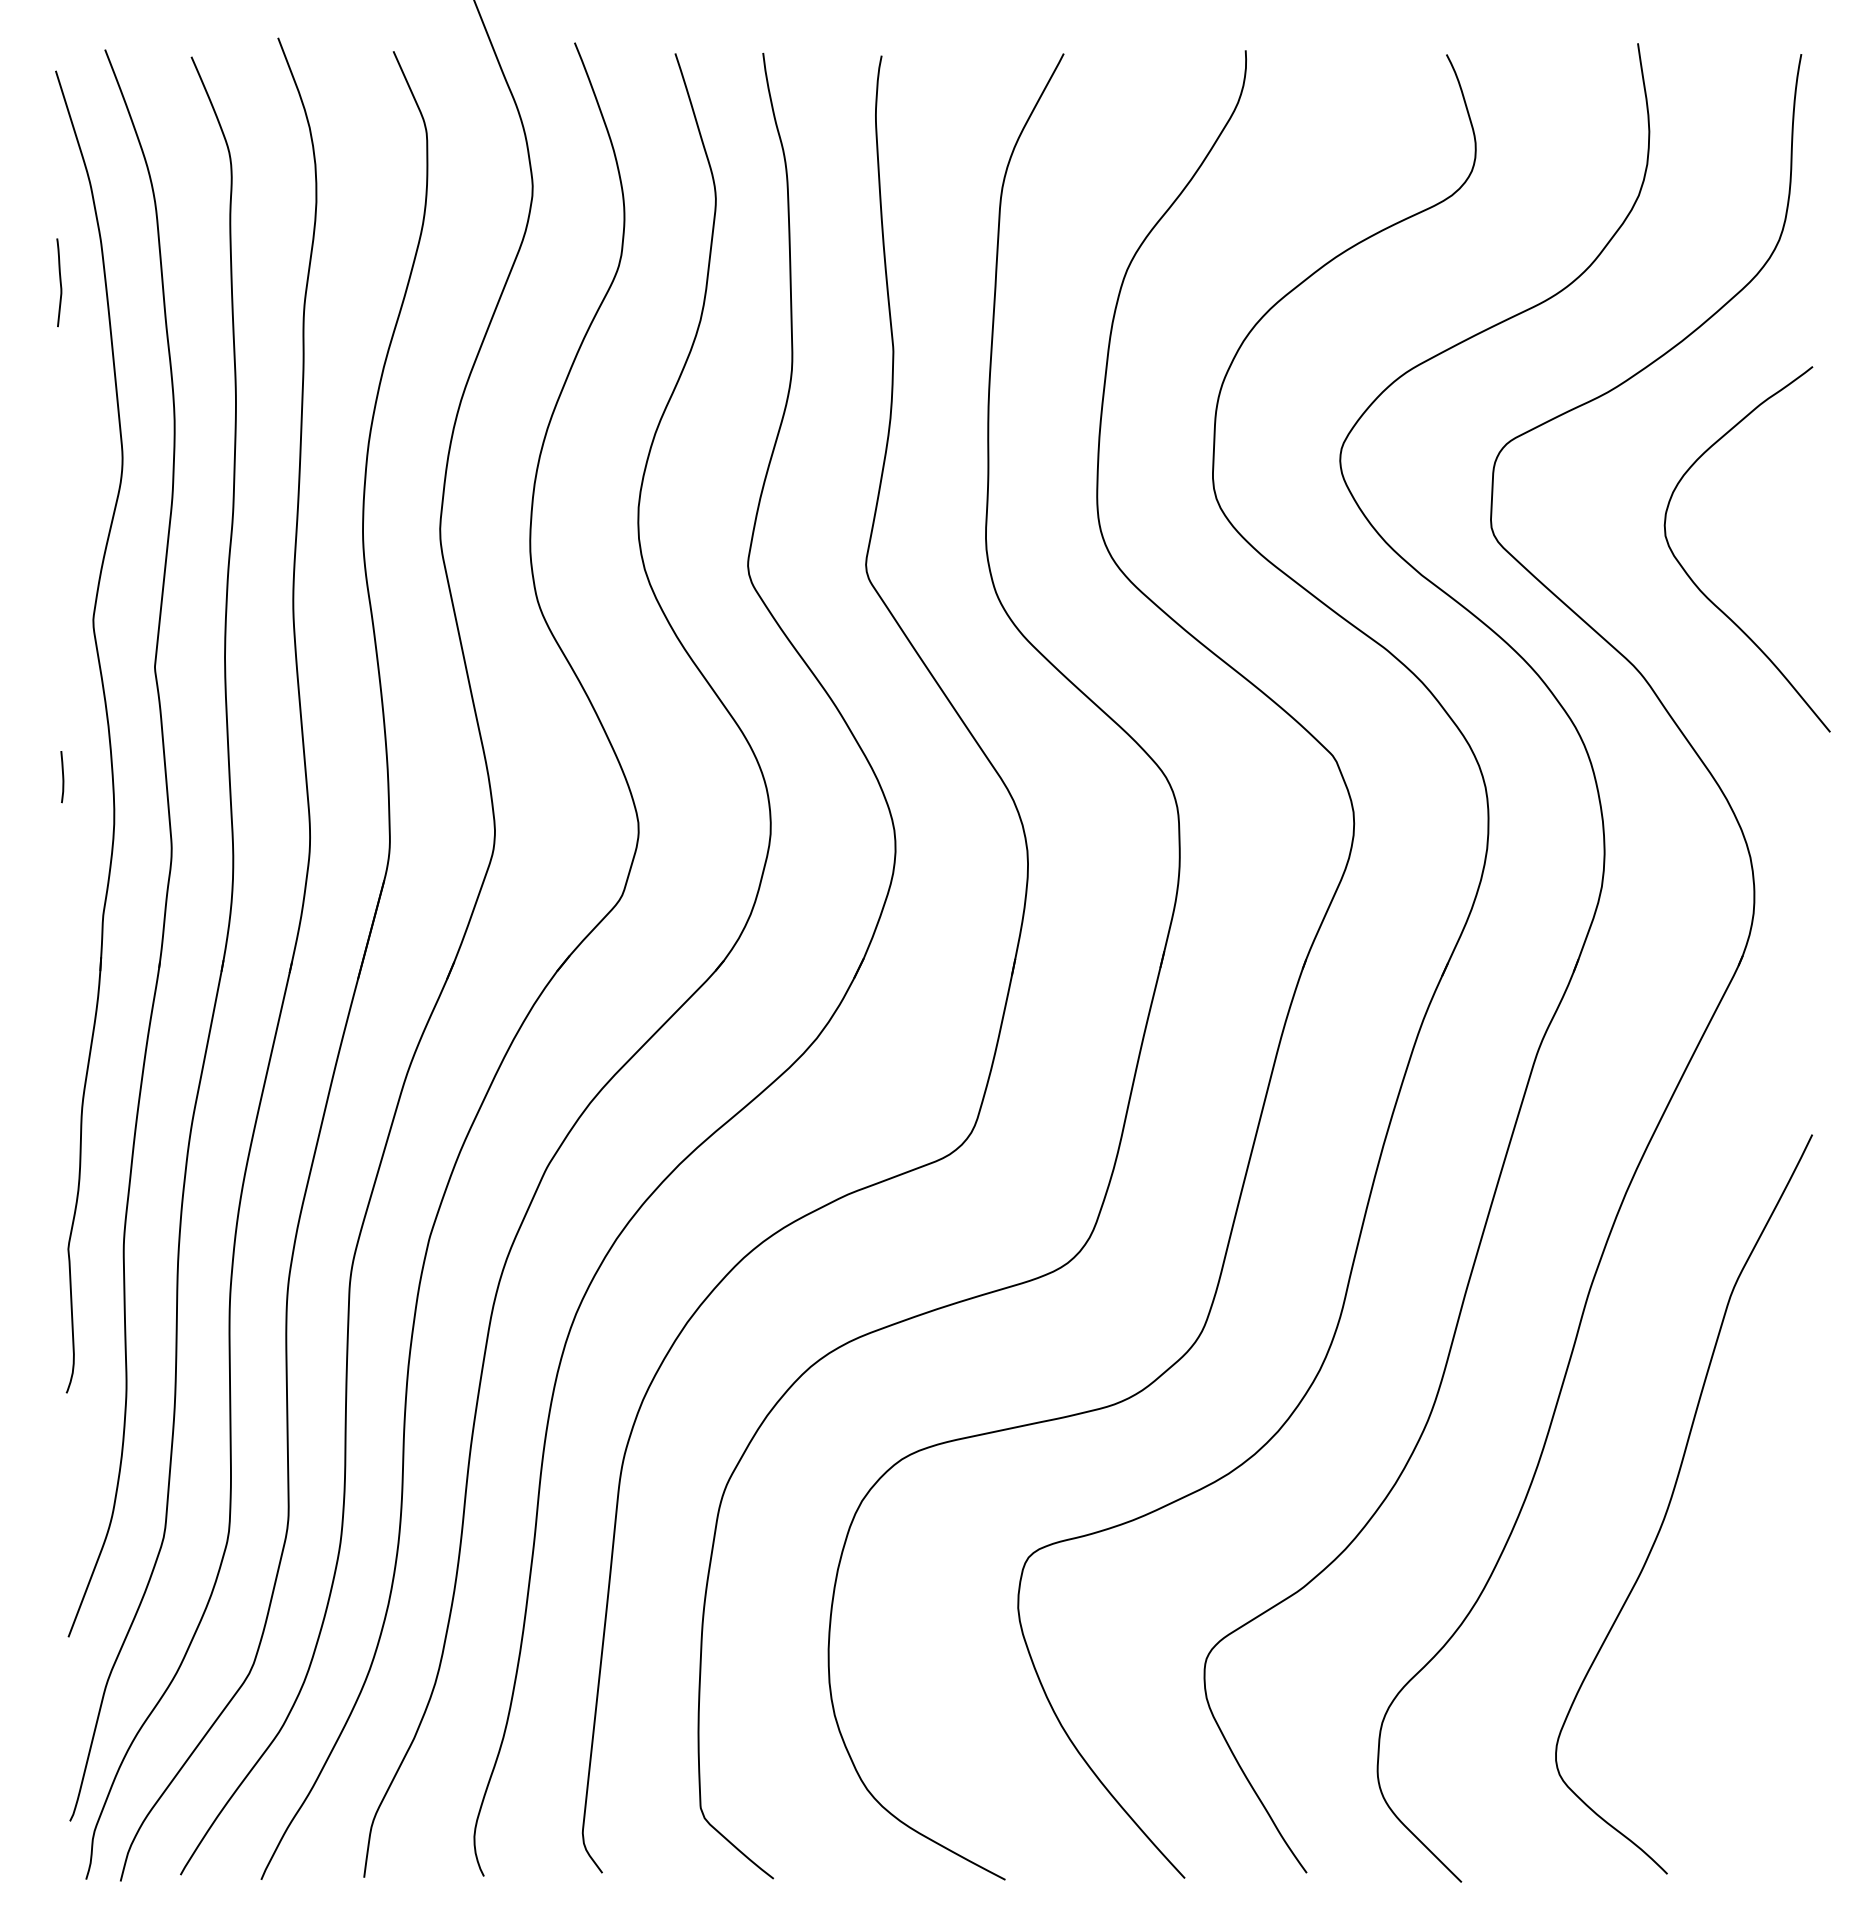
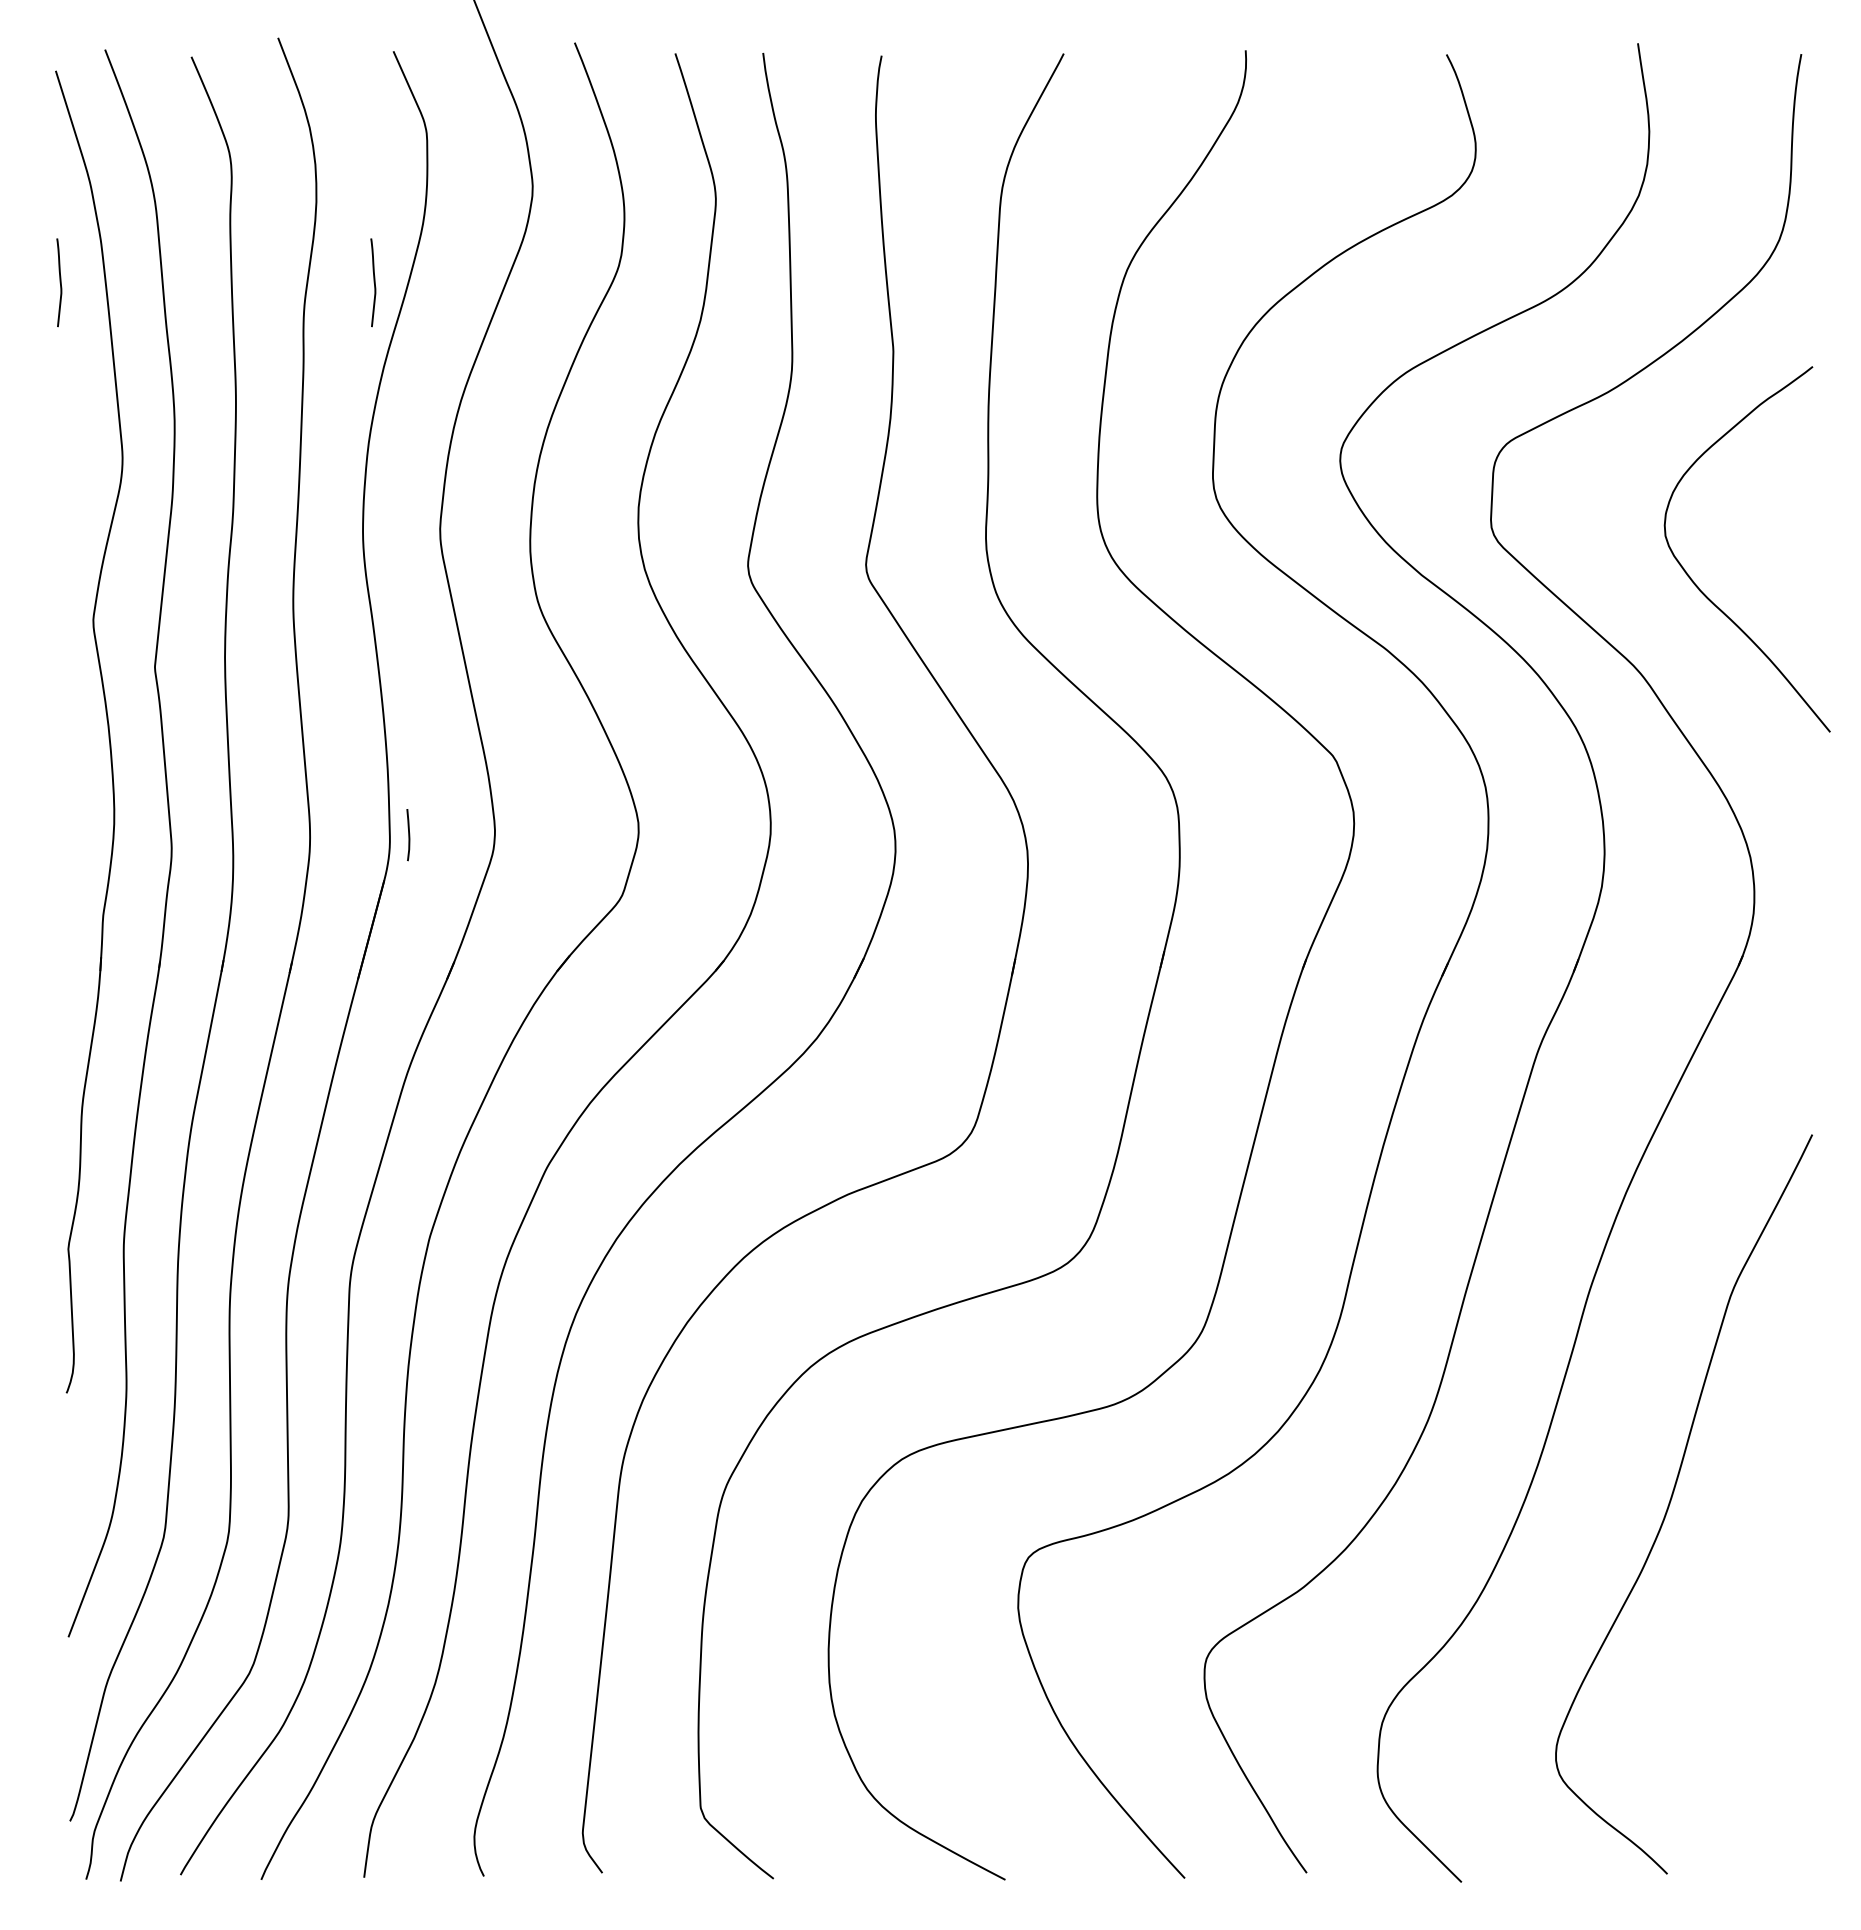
curve at (373, 282): none -> present
curve at (62, 777) position: (62, 777) -> (408, 835)
